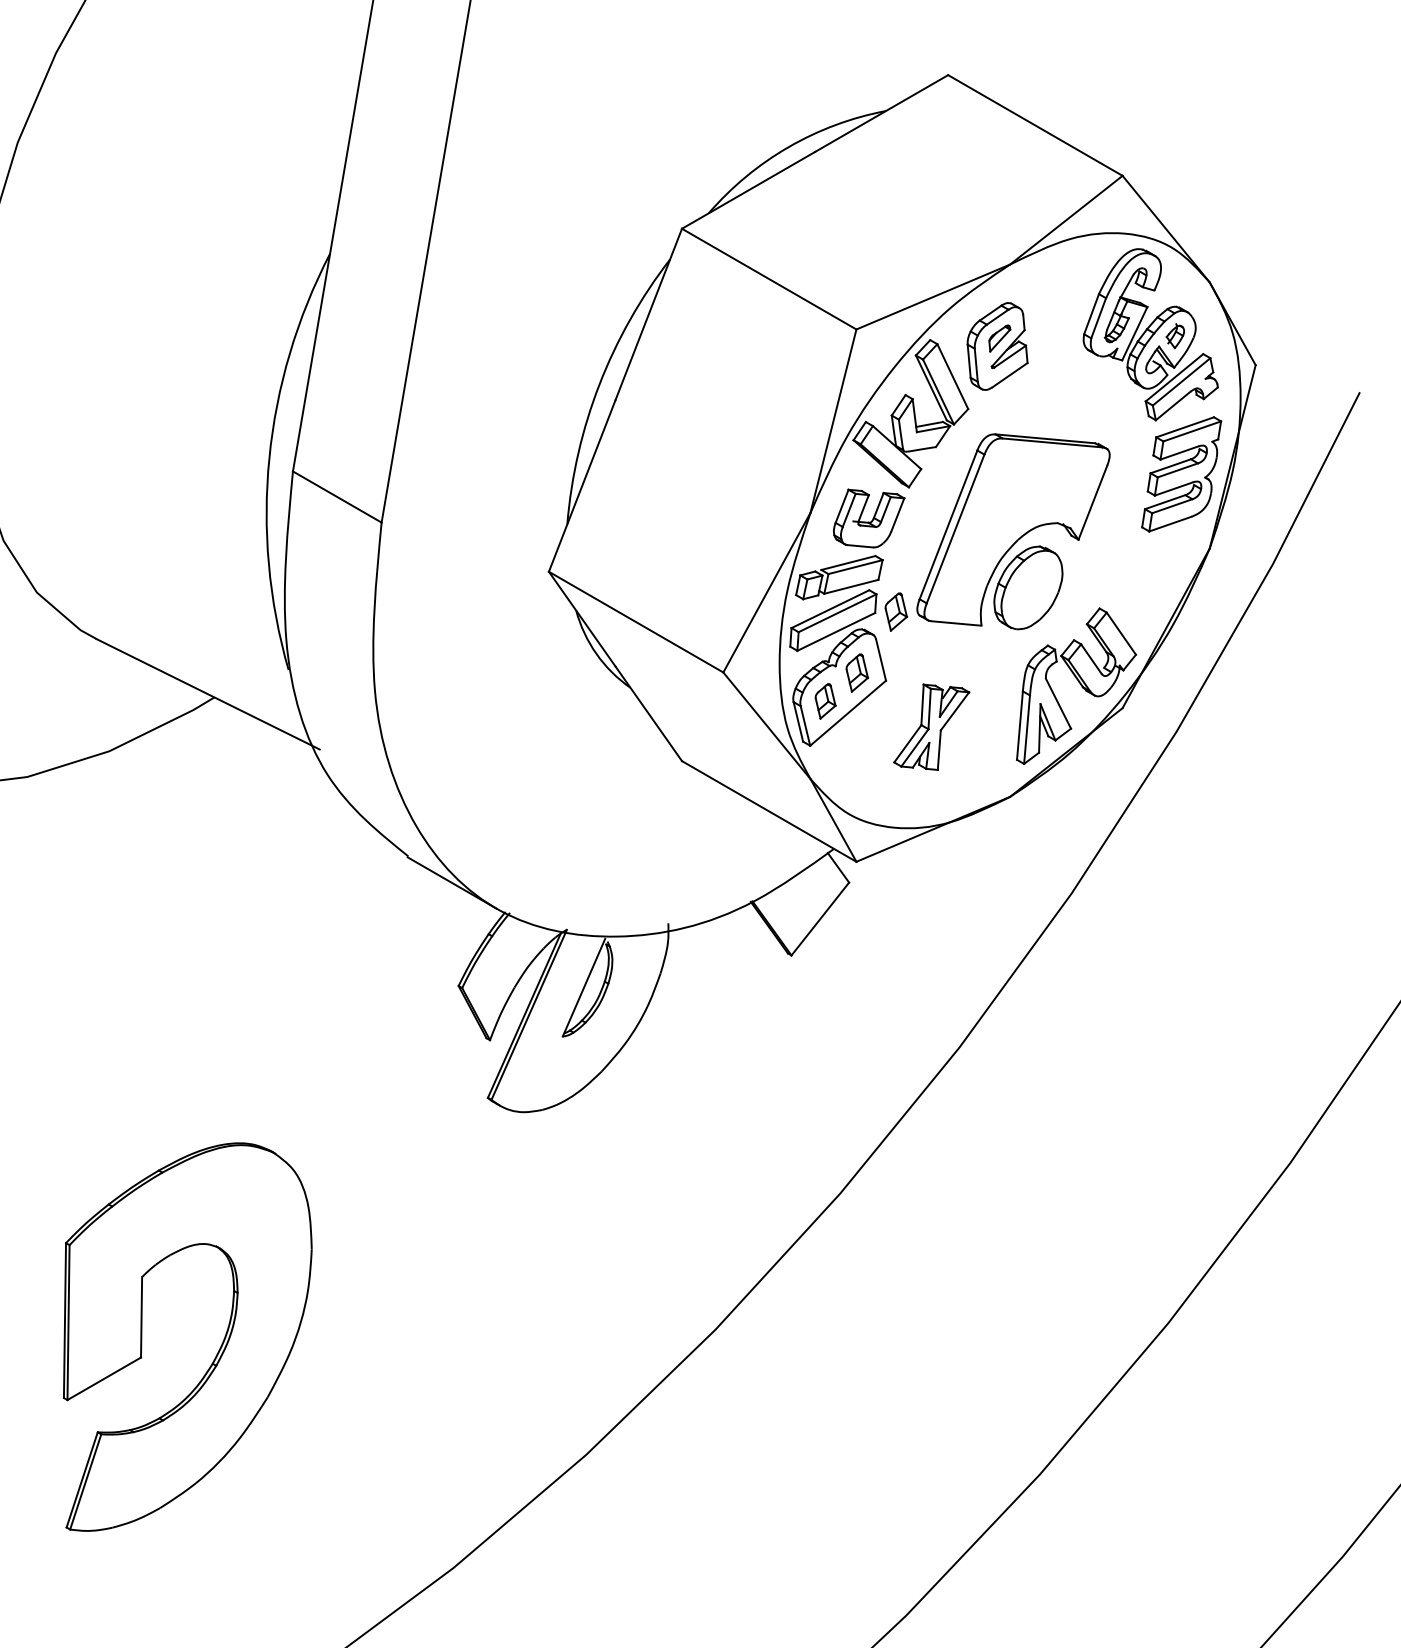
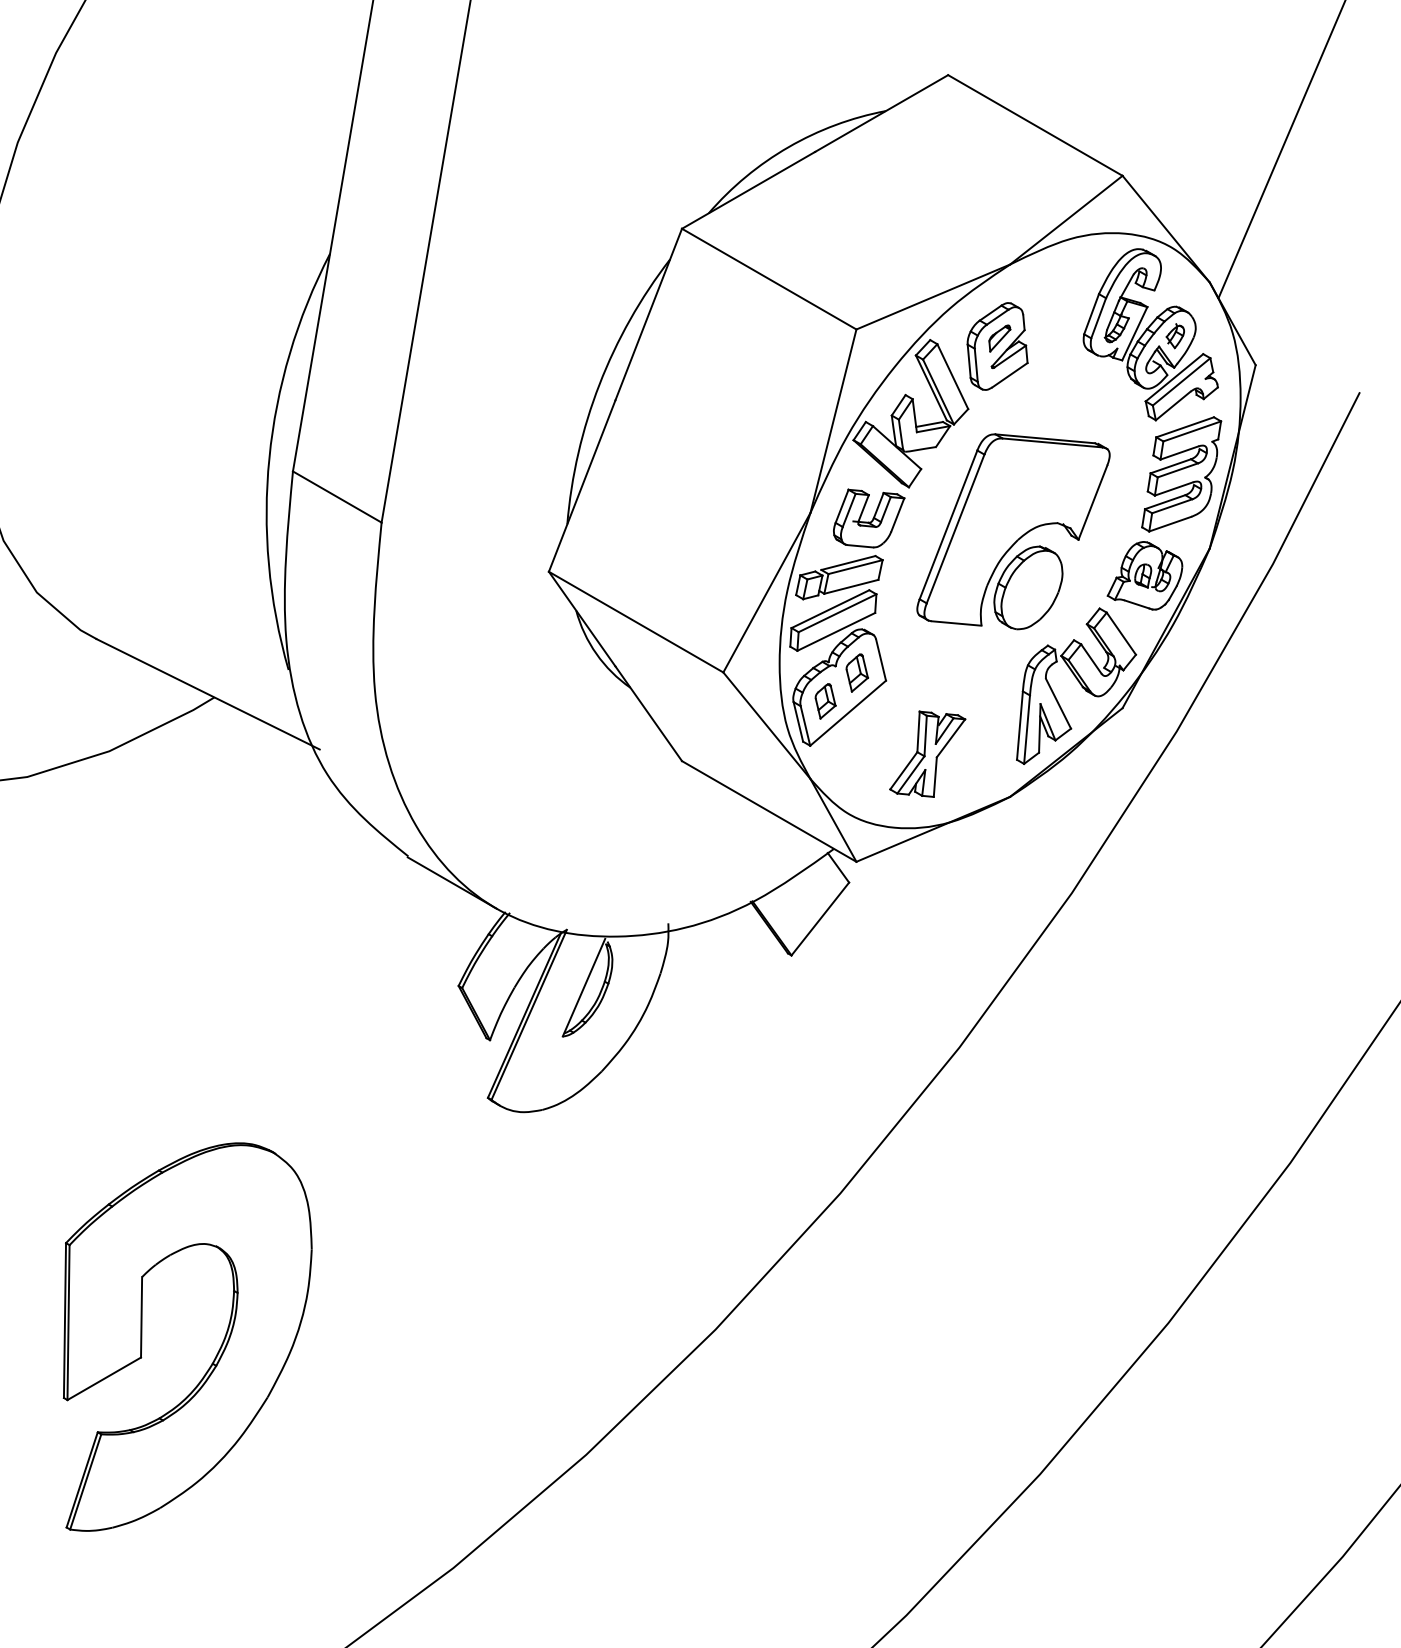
line at (1281, 150): none -> present
part at (1144, 575): none -> present
part at (896, 611): present -> none
part at (931, 726) position: (931, 726) -> (927, 753)
